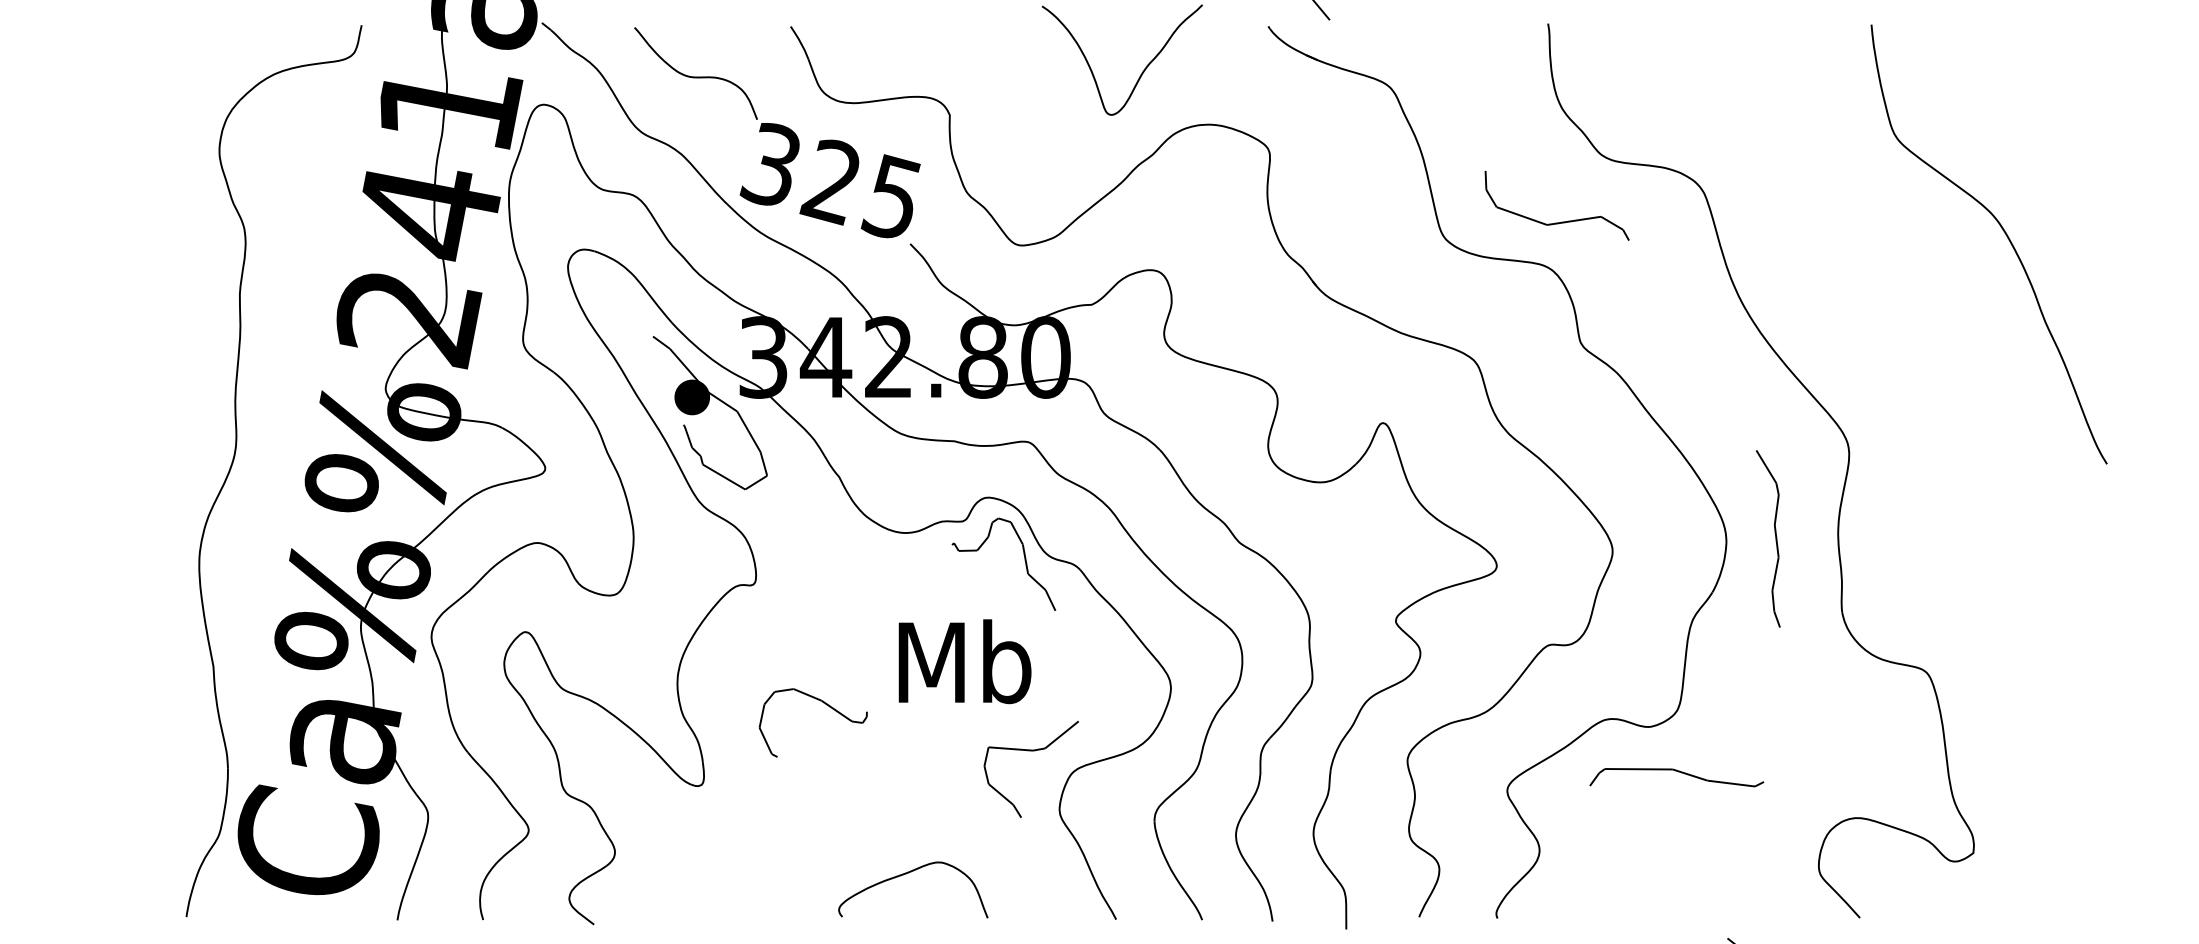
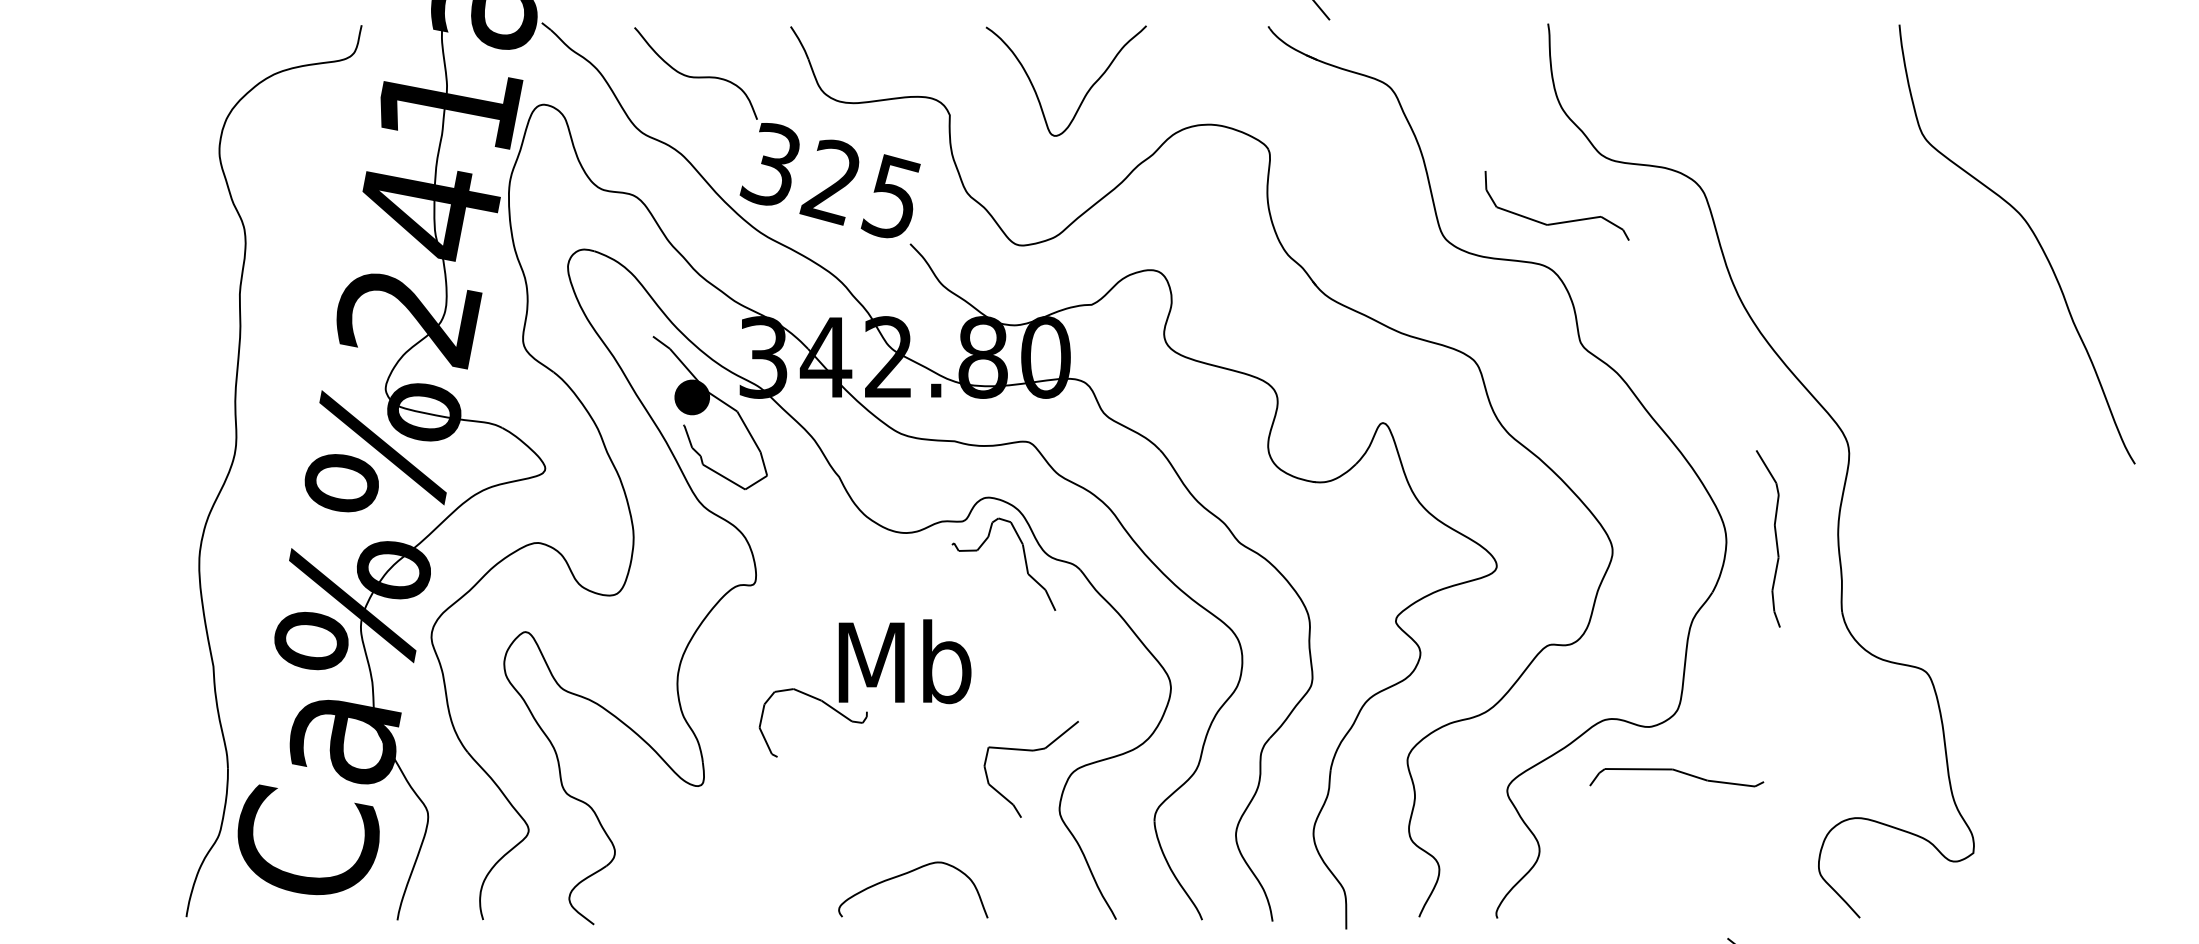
curve at (1141, 72) position: (1141, 72) -> (1085, 93)
curve at (2004, 233) position: (2004, 233) -> (2032, 233)
text at (964, 661) position: (964, 661) -> (904, 661)
